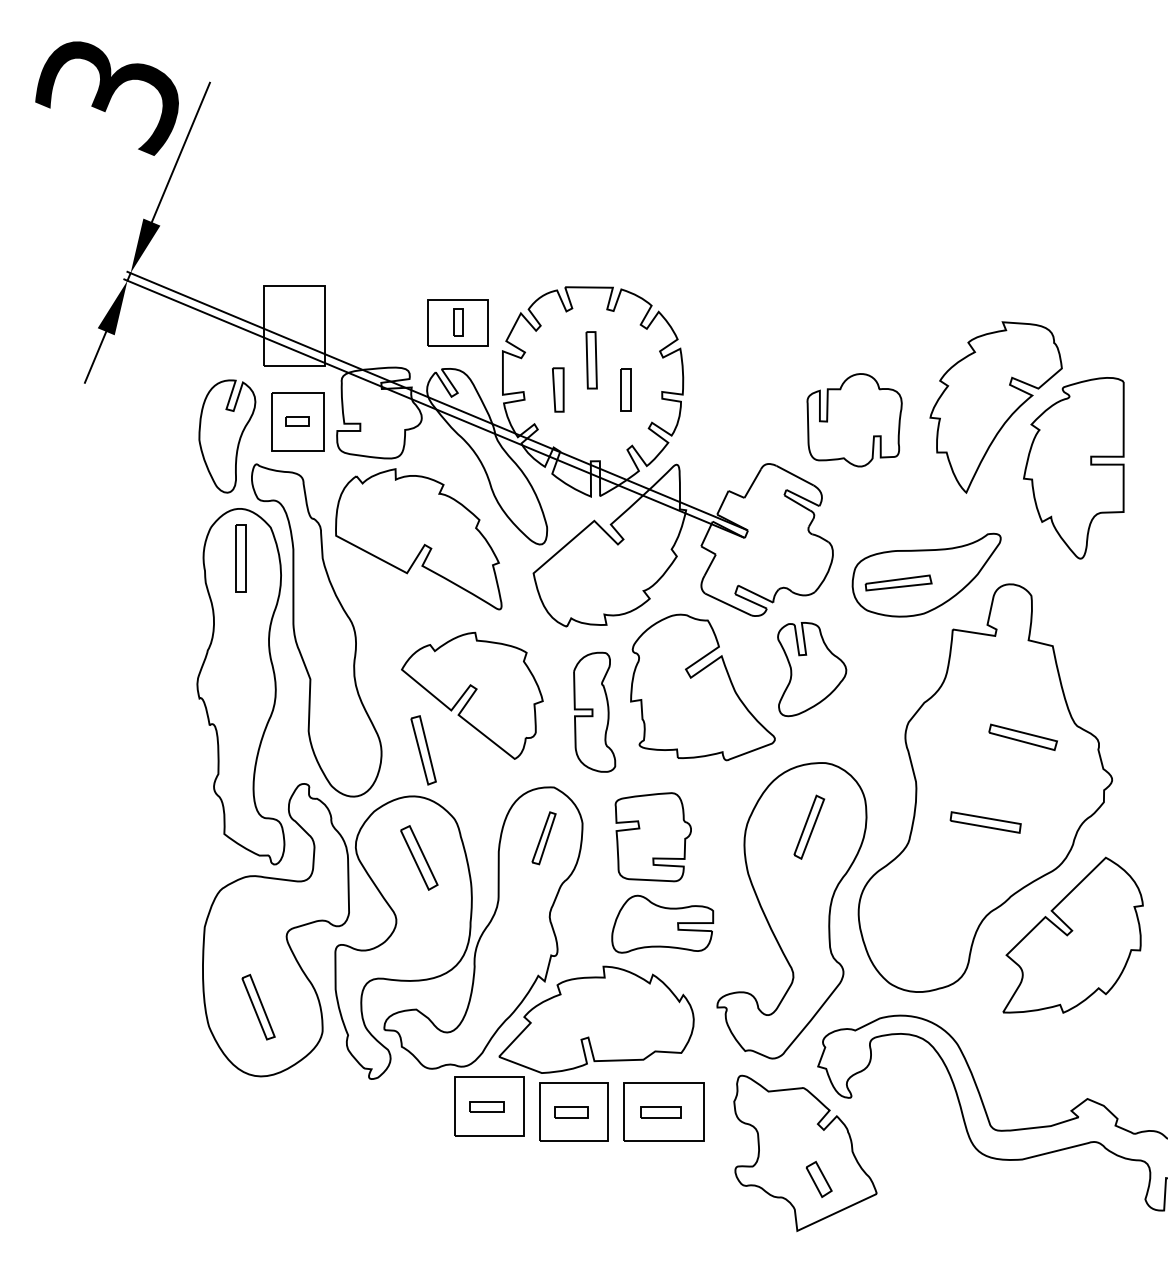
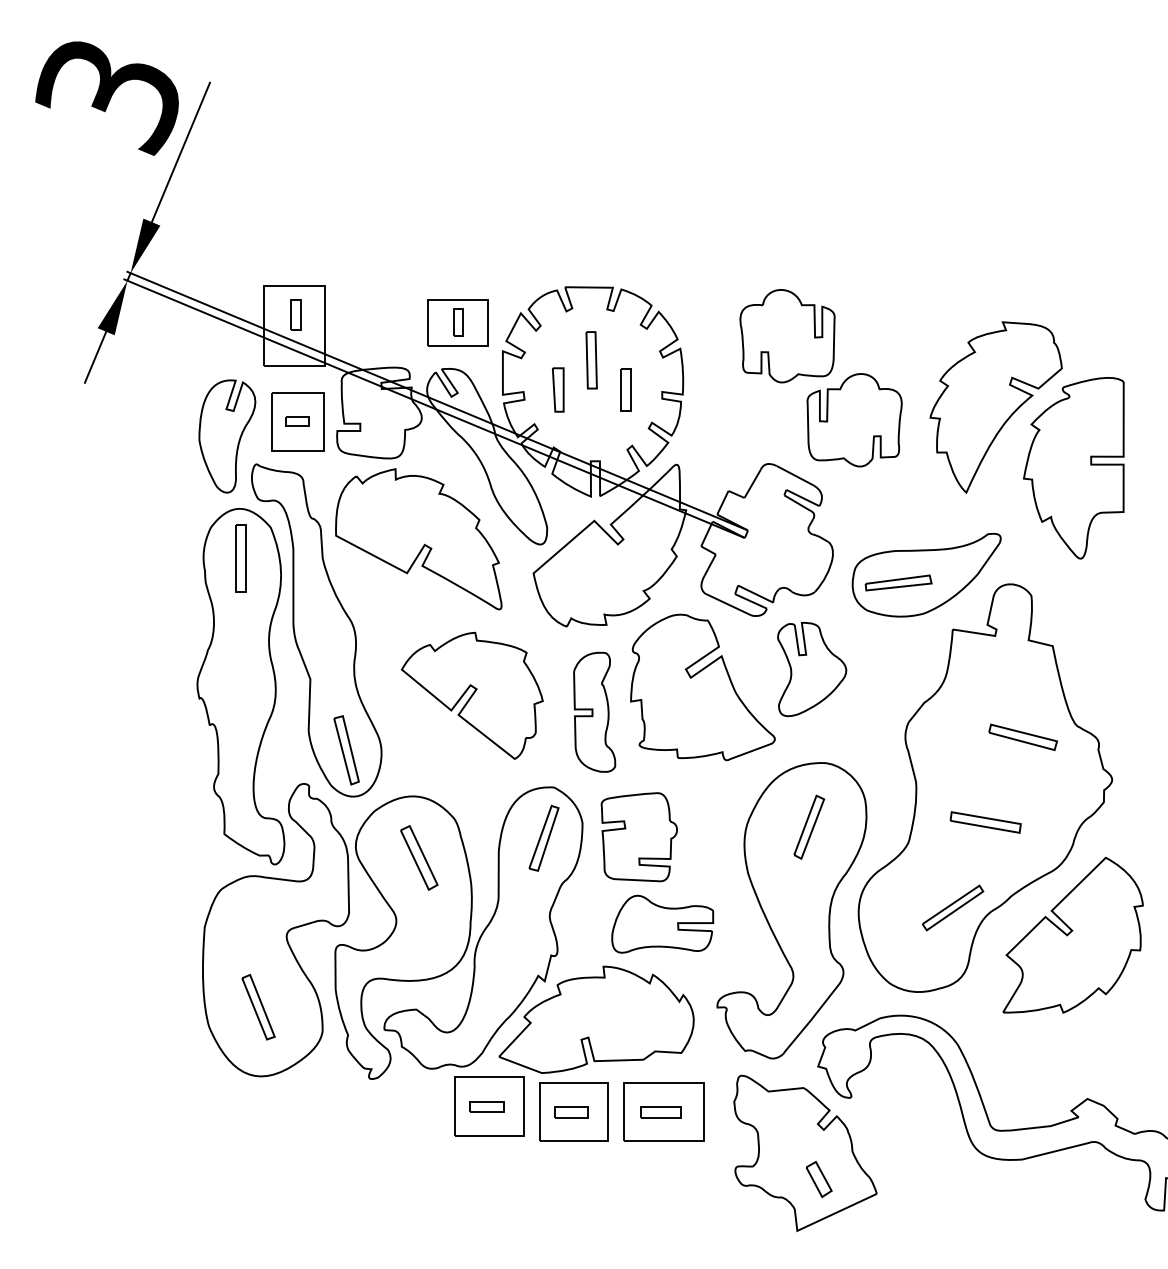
part at (295, 314): none -> present
part at (787, 336): none -> present
part at (423, 750) position: (423, 750) -> (346, 750)
part at (652, 837) position: (652, 837) -> (638, 837)
part at (543, 838) size: 26x55 px -> 32x68 px
part at (953, 907): none -> present
